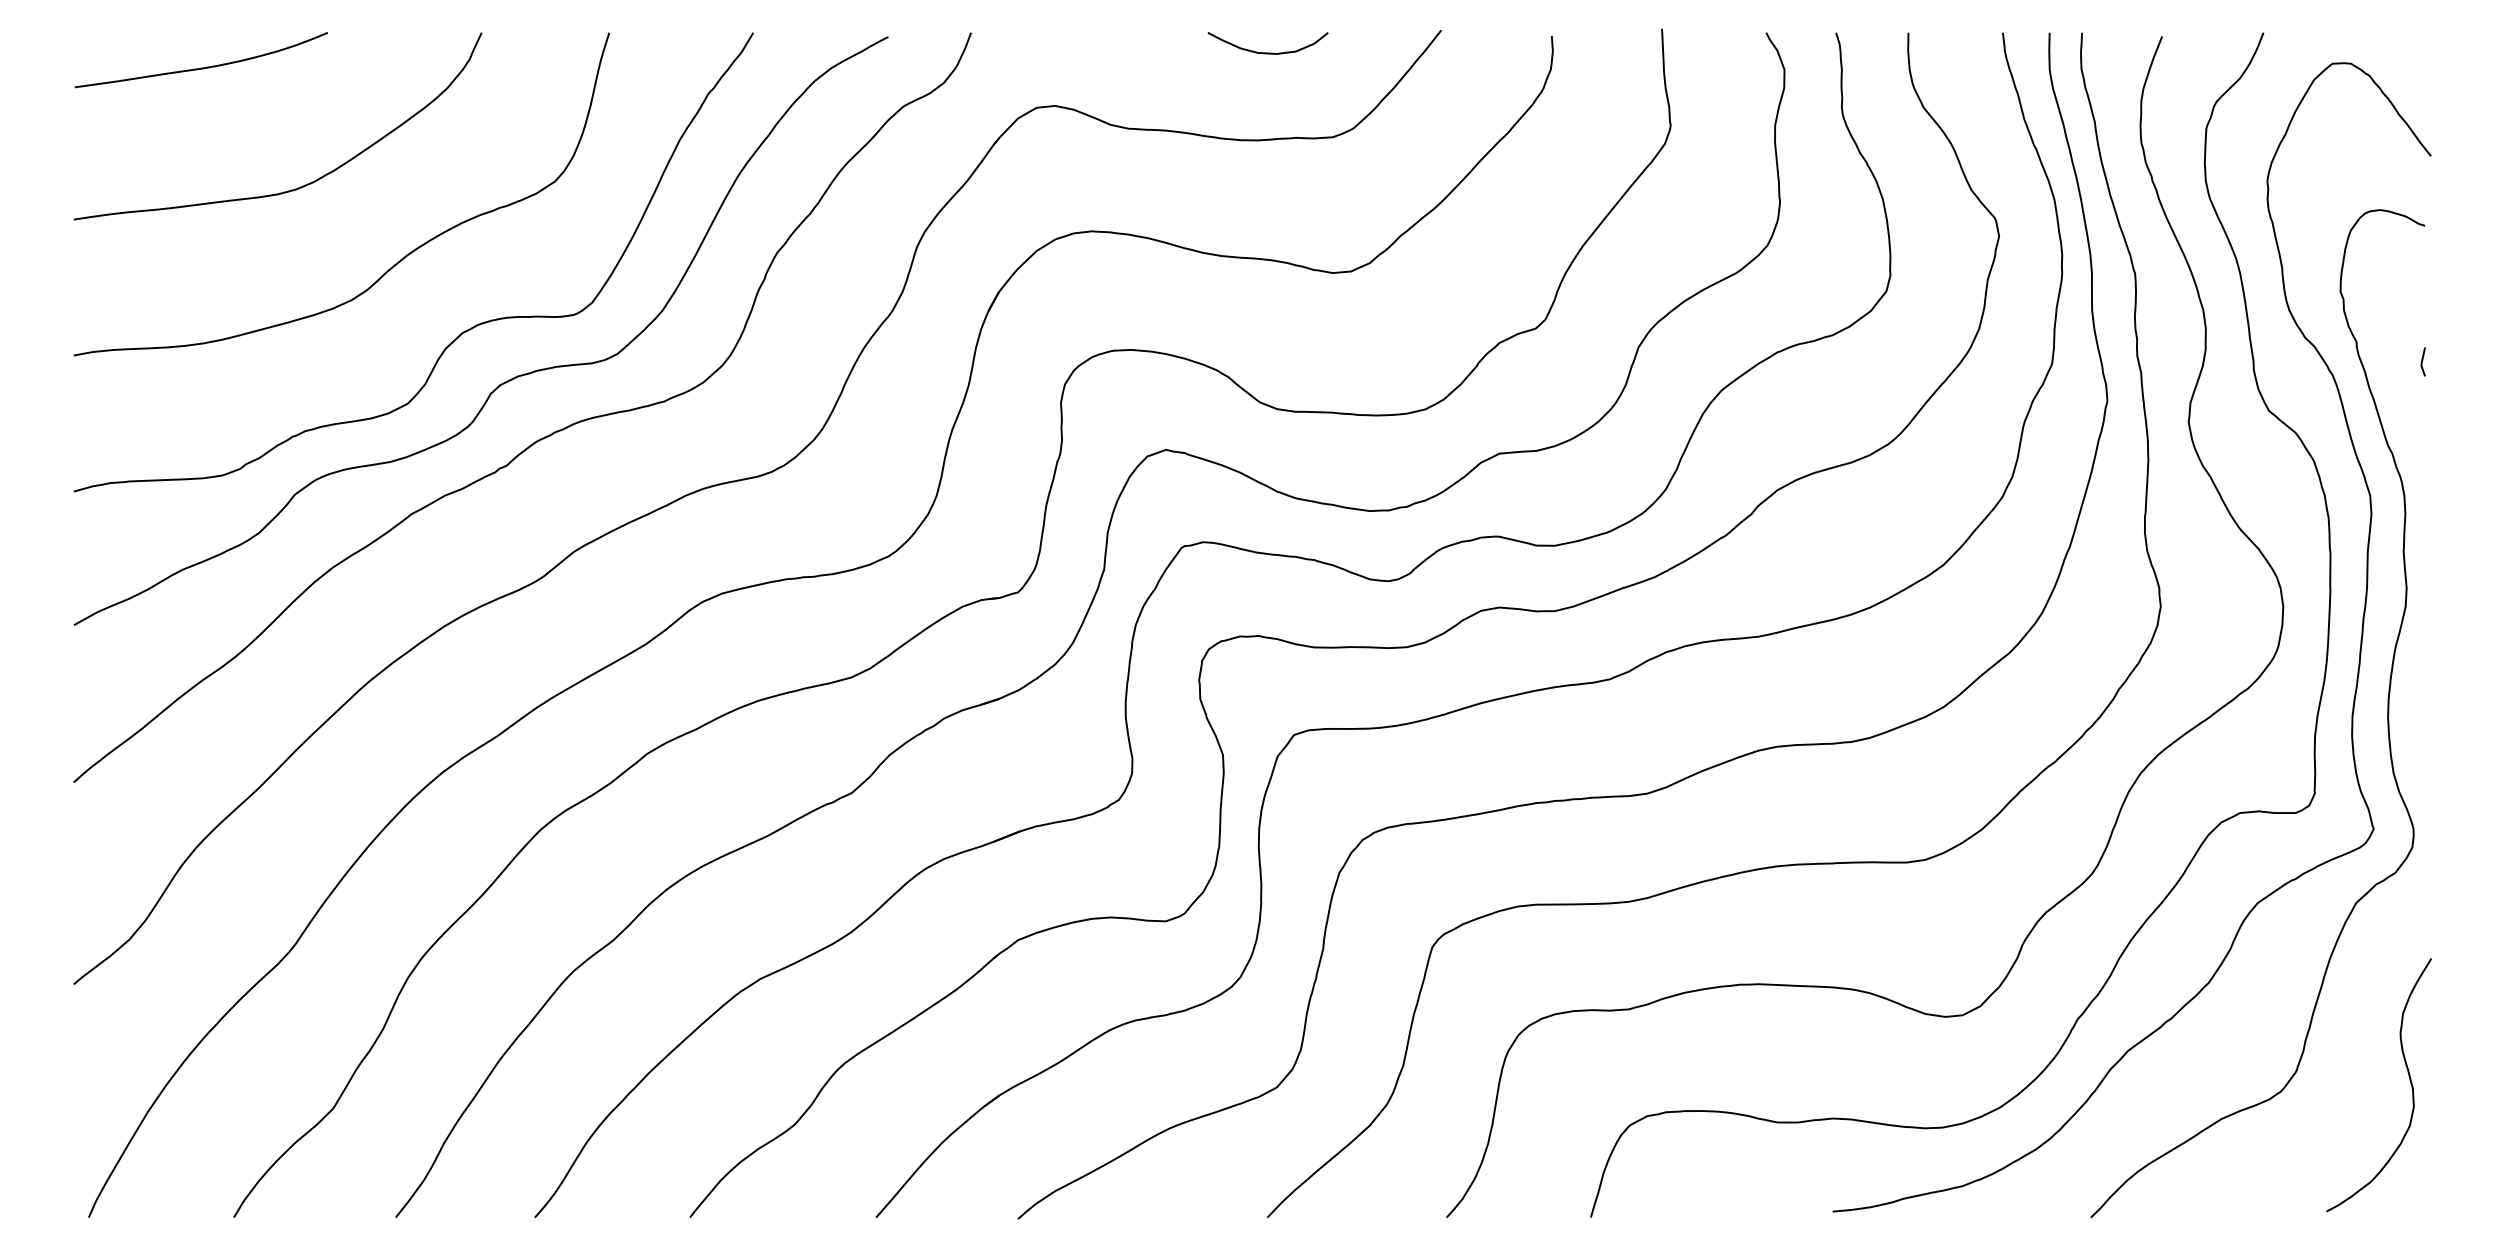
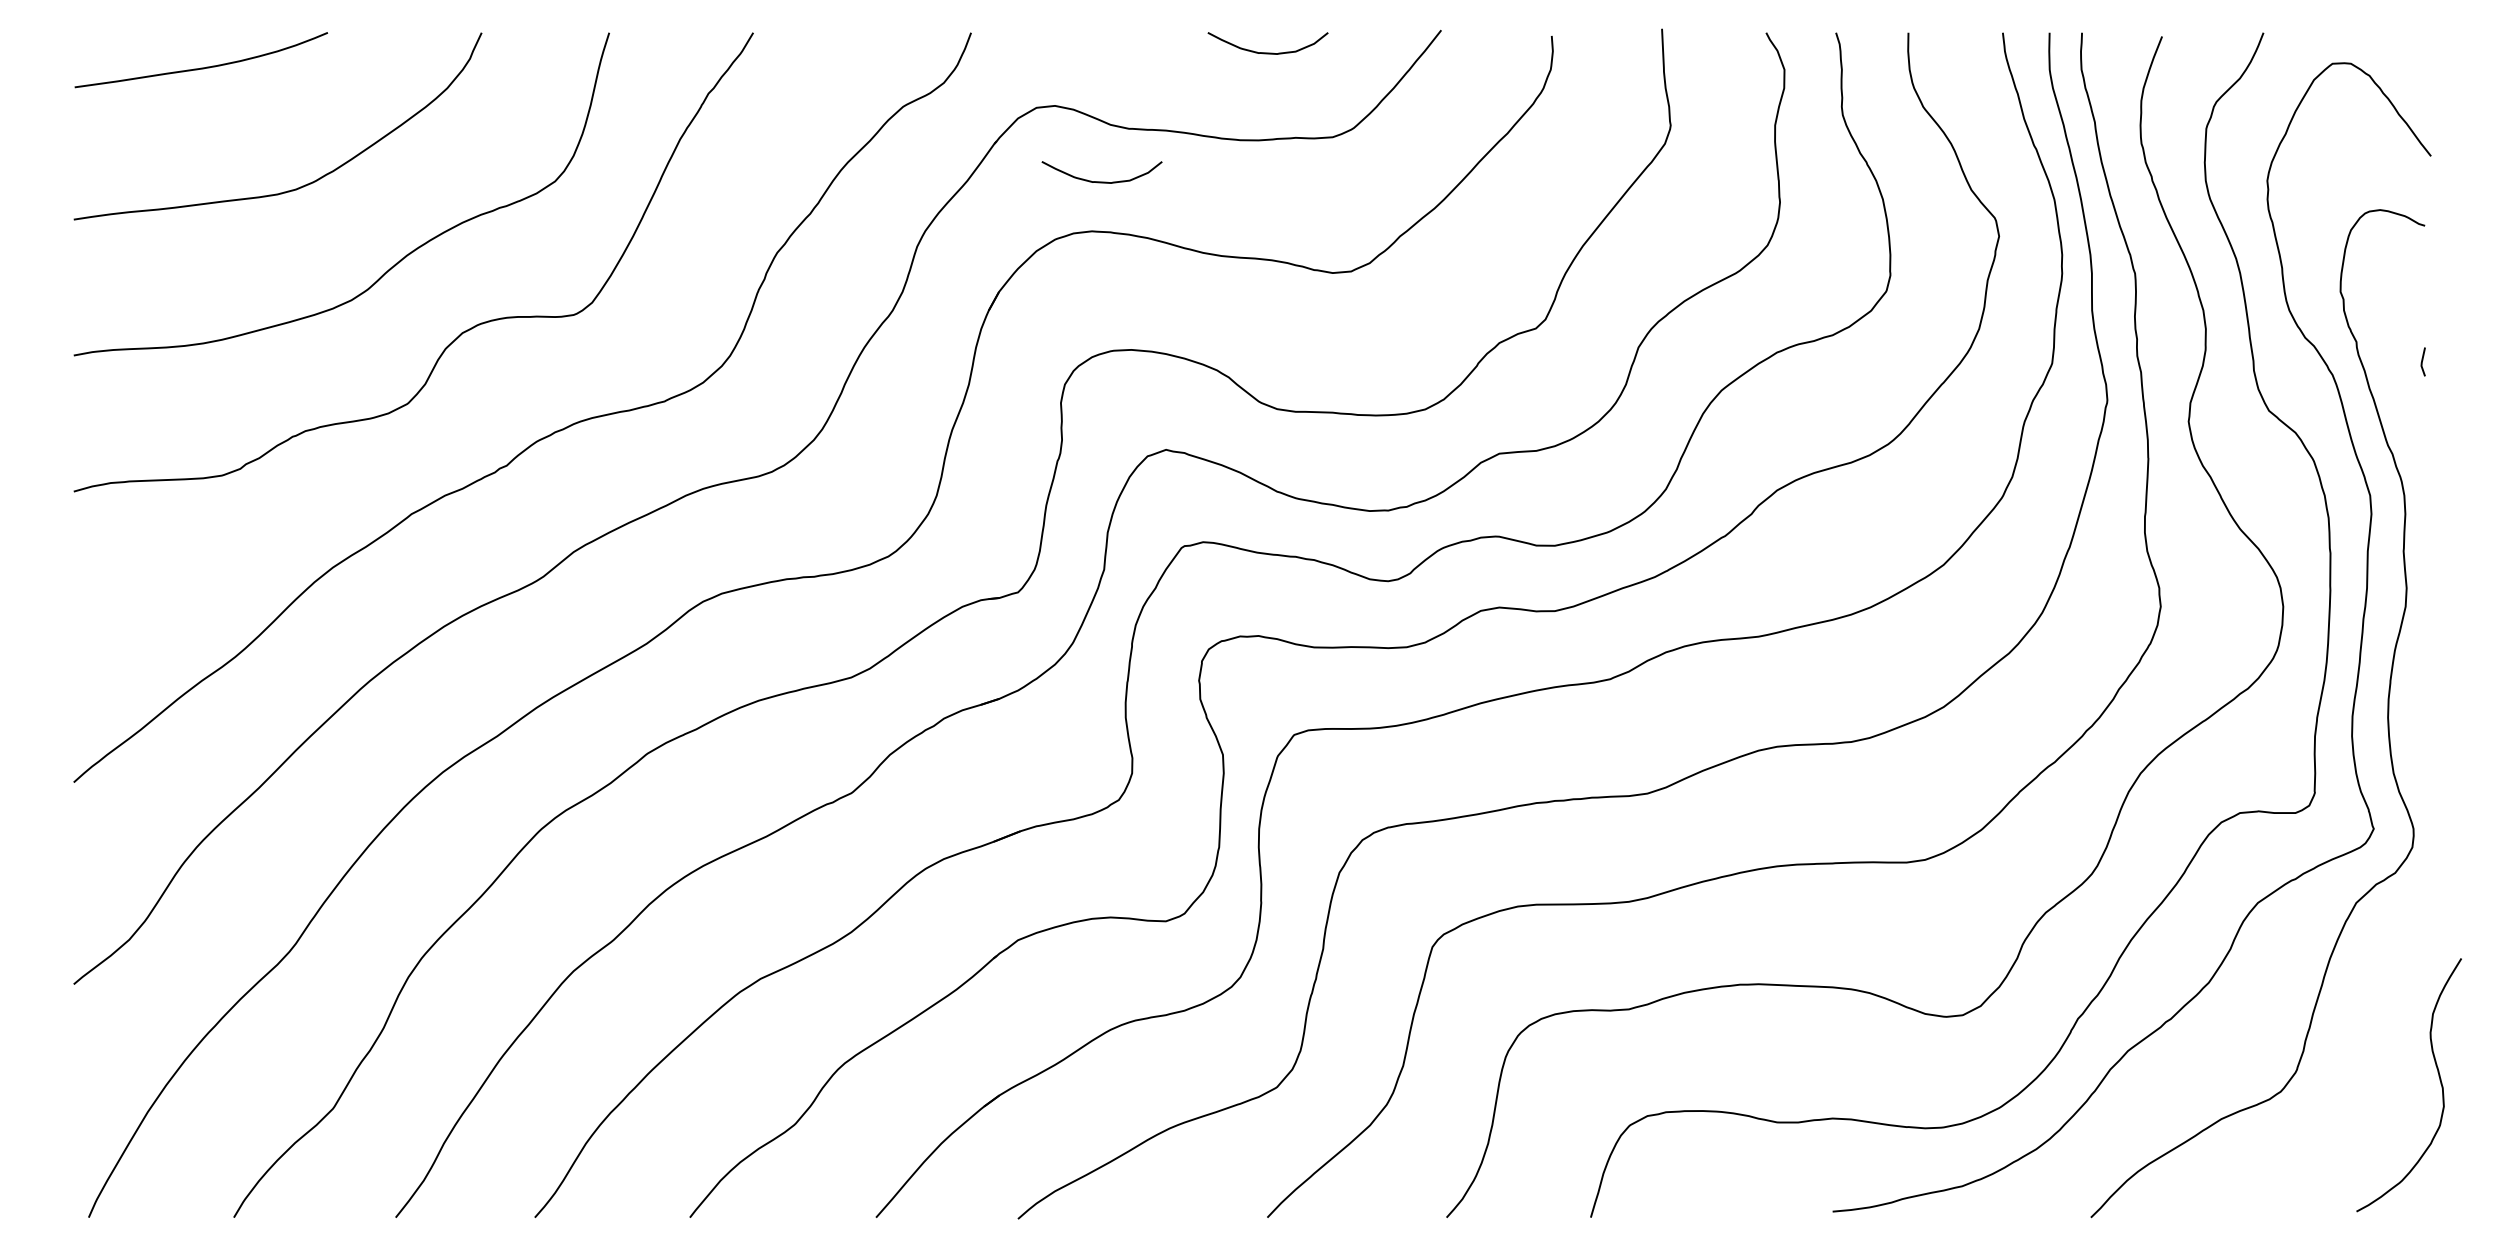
curve at (1101, 181): none -> present
curve at (505, 381): present -> none
curve at (2408, 1076) position: (2408, 1076) -> (2438, 1076)
